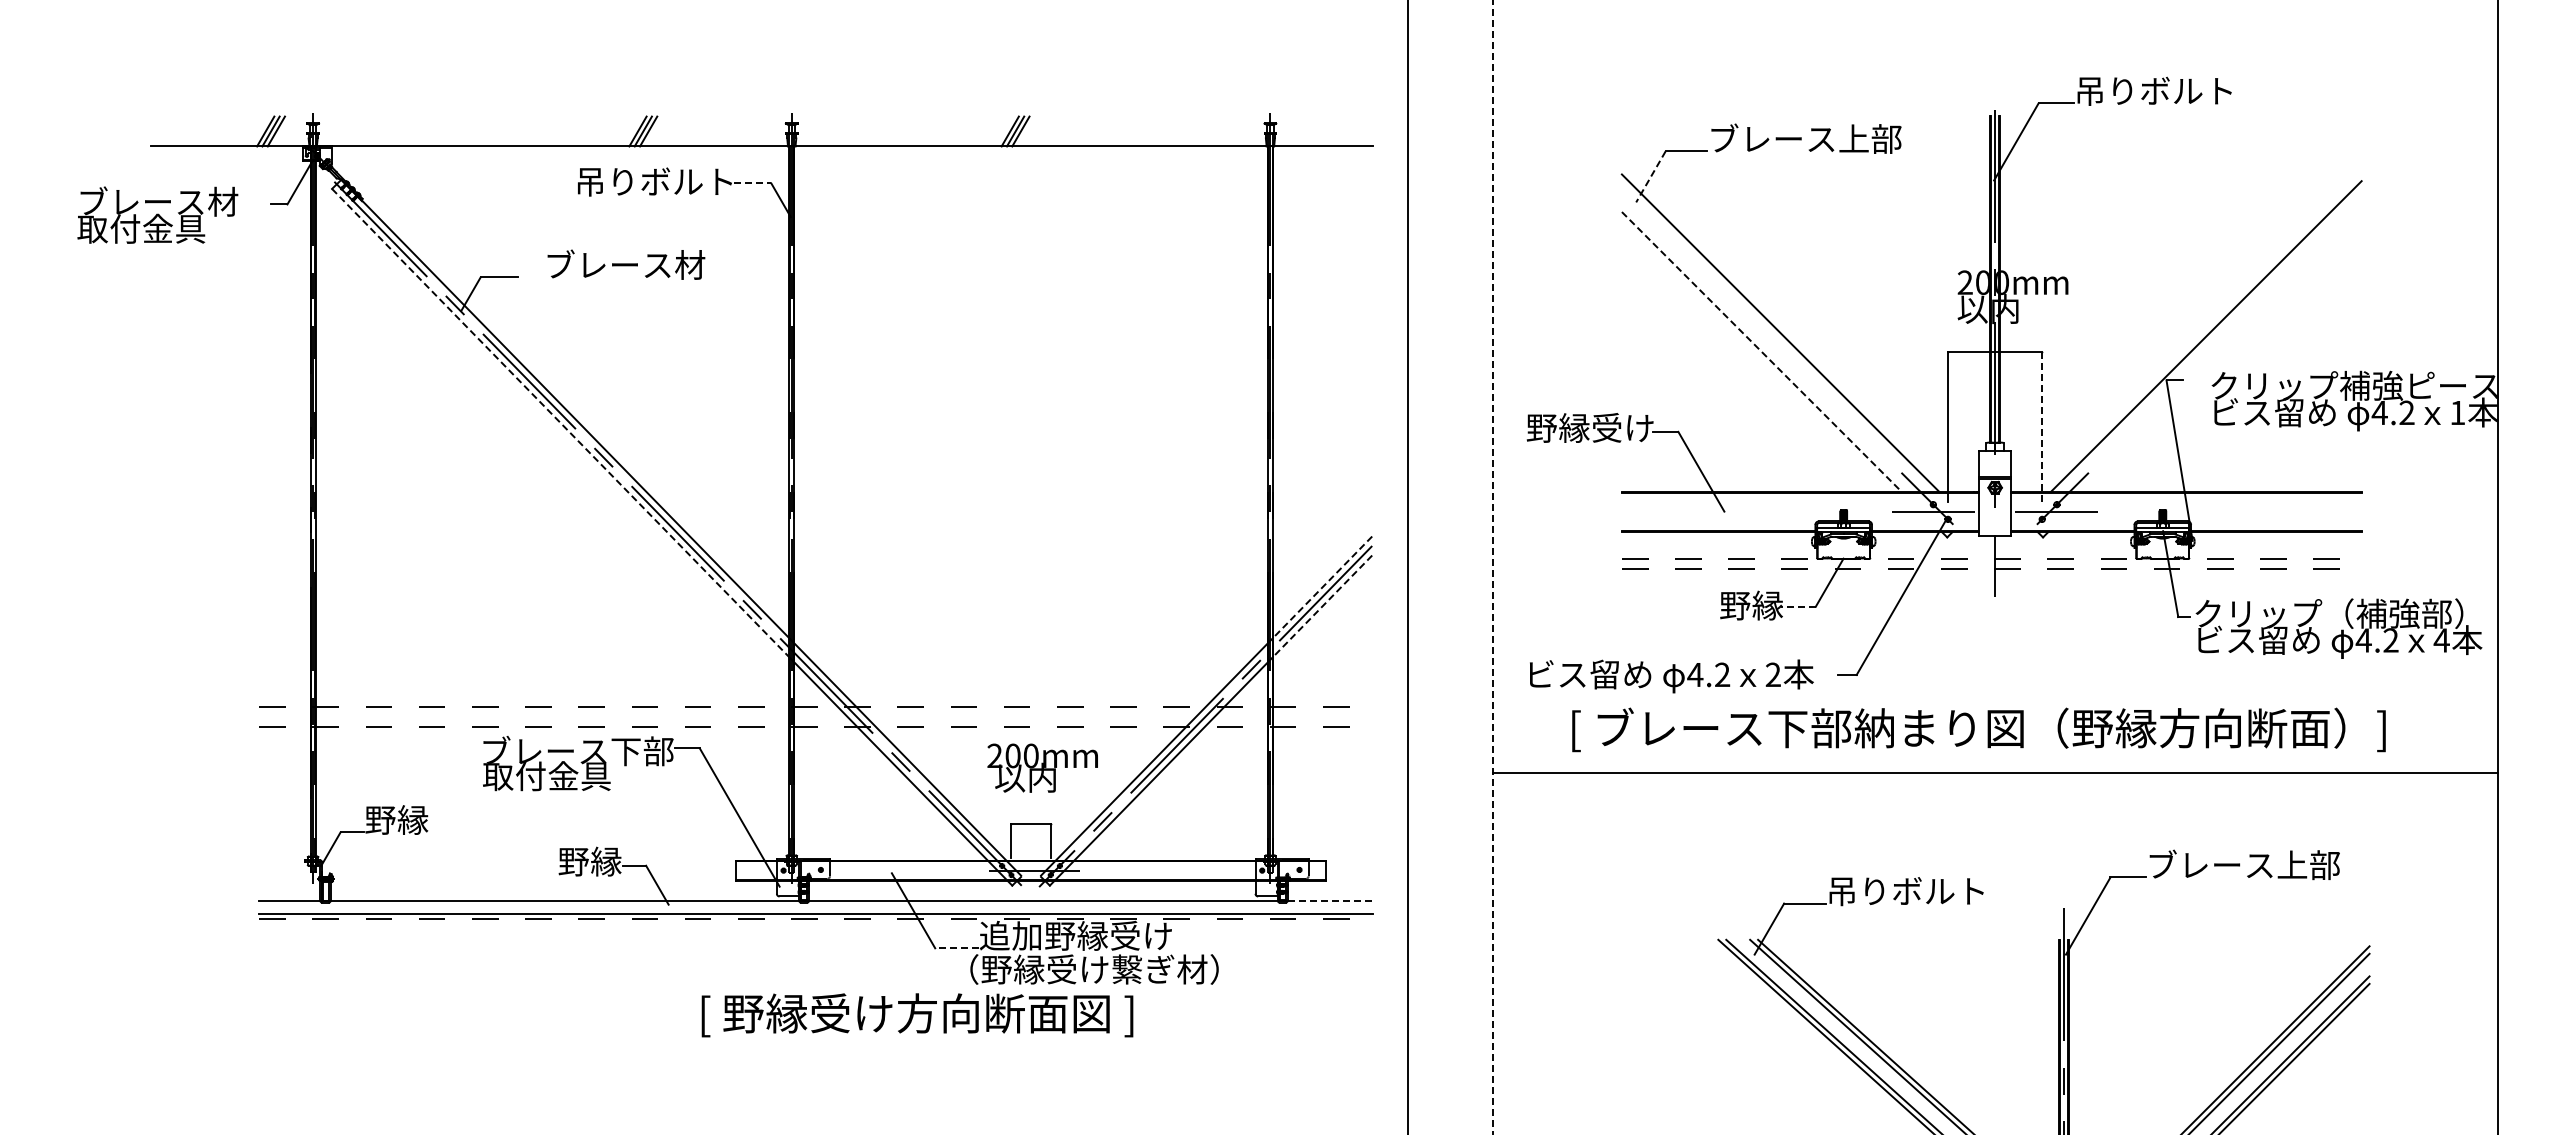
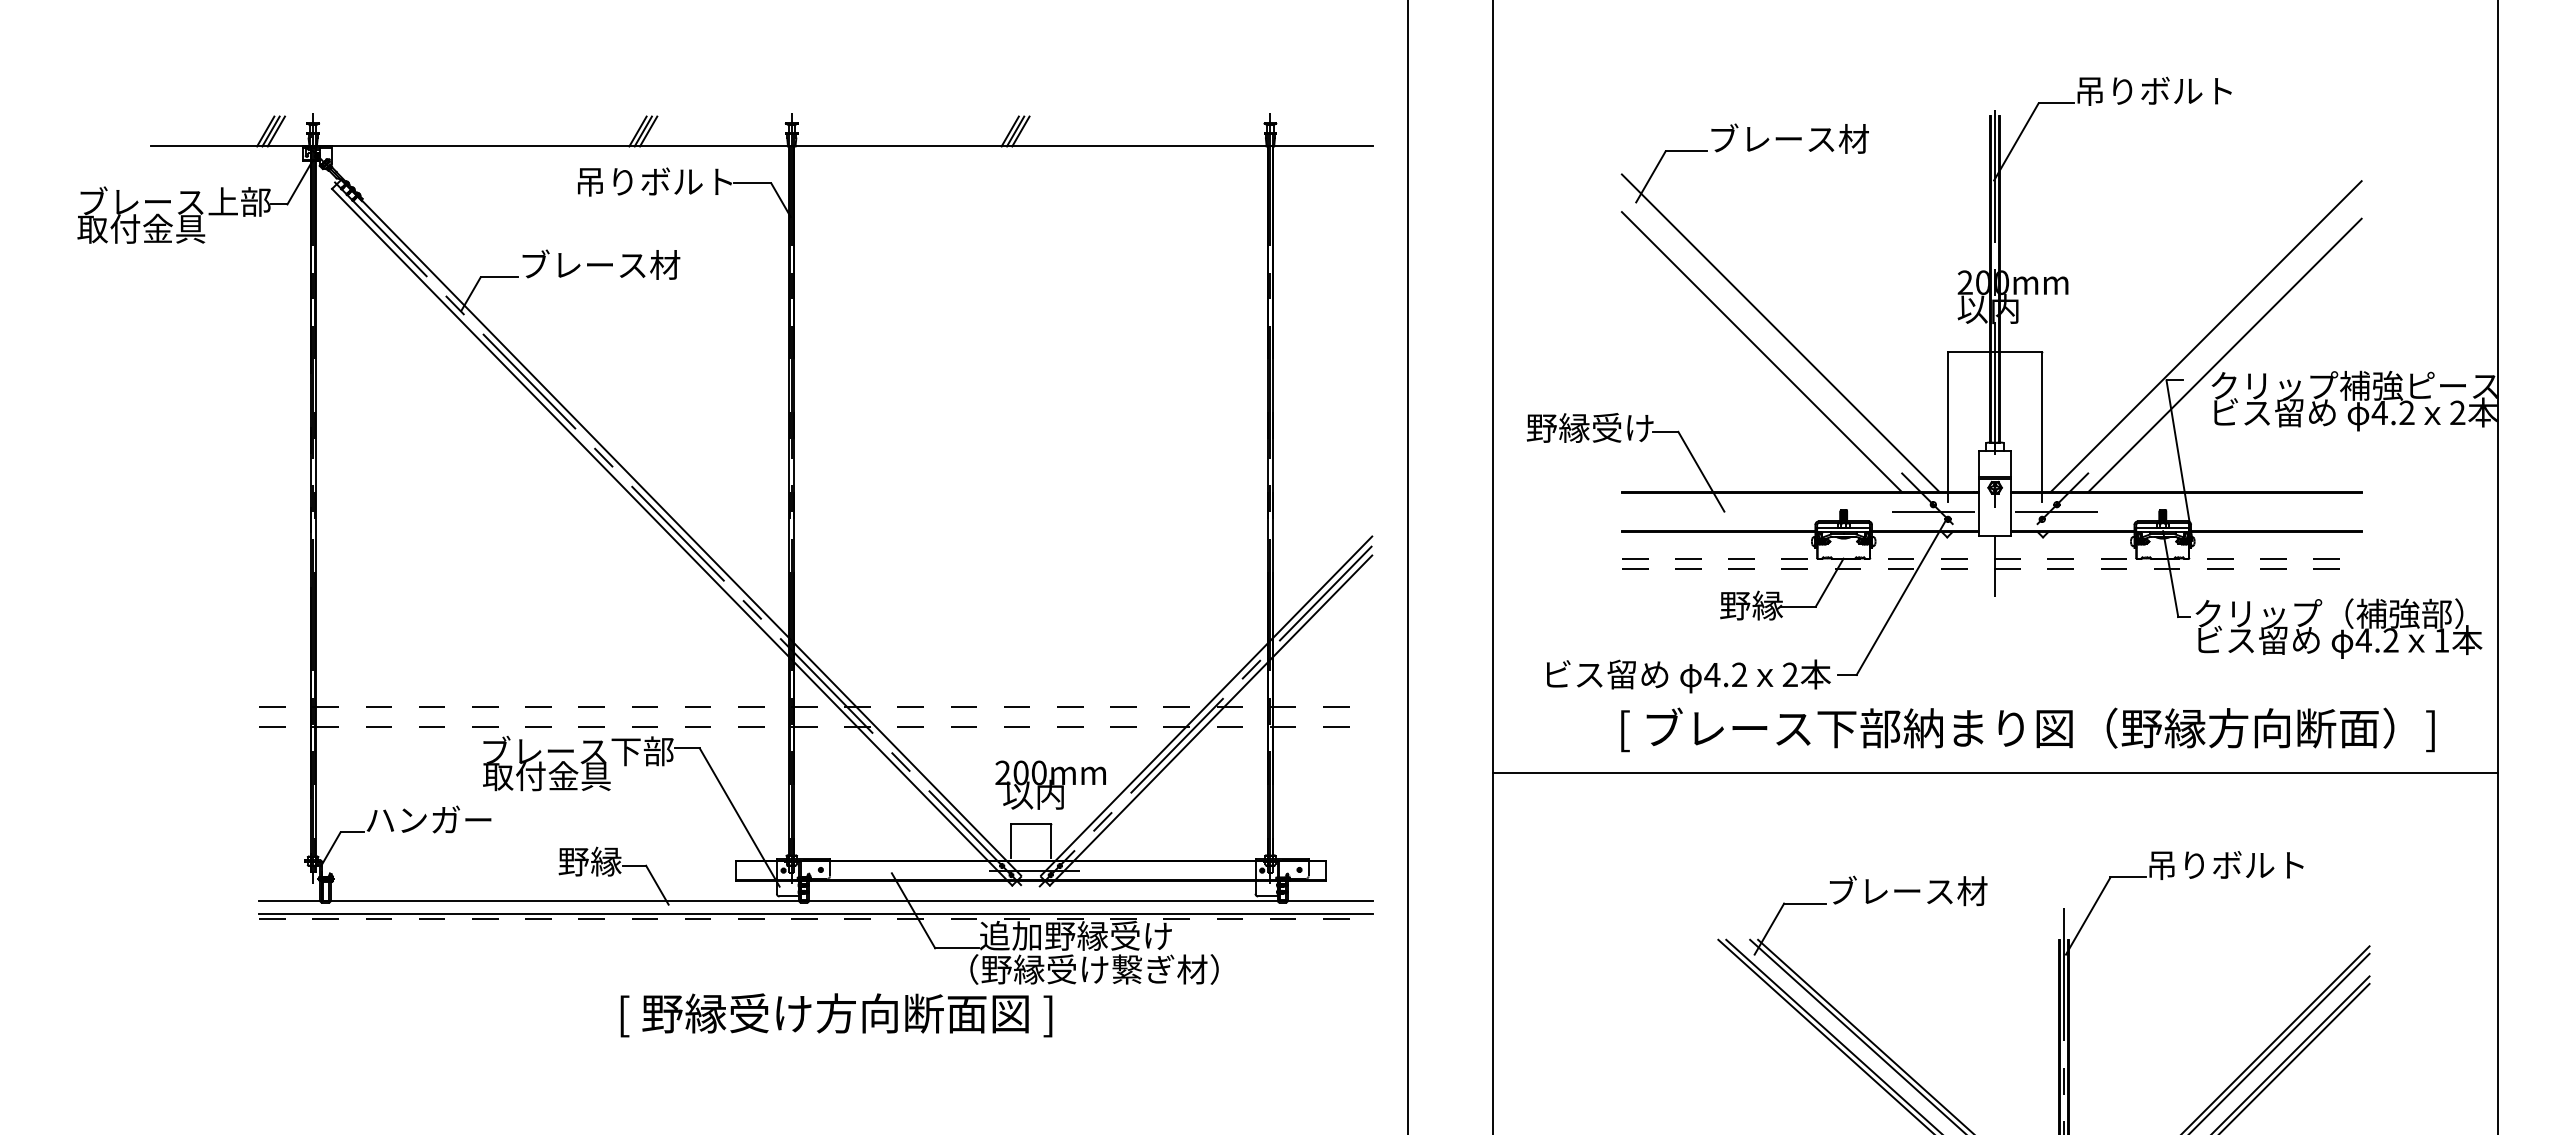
text at (1869, 138): ブレース上部 -> ブレース材
line at (1650, 177): dashed -> solid
line at (752, 183): dashed -> solid
text at (239, 201): ブレース材 -> ブレース上部
text at (626, 264) position: (626, 264) -> (601, 264)
line at (1761, 352): dashed -> solid
line at (2224, 355): none -> present
text at (2457, 412): 1 -> 2
line at (561, 423): dashed -> solid
line at (2042, 426): dashed -> solid
line at (1492, 567): dashed -> solid
line at (1322, 587): dashed -> solid
line at (1322, 606): dashed -> solid
line at (1797, 606): dashed -> solid
text at (2441, 640): 4 -> 1
text at (1671, 676) position: (1671, 676) -> (1688, 676)
text at (1978, 729) position: (1978, 729) -> (2027, 729)
text at (1042, 767) position: (1042, 767) -> (1050, 784)
text at (428, 819): 野縁 -> ハンガー
text at (2244, 864): ブレース上部 -> 吊りボルト
text at (1908, 890): 吊りボルト -> ブレース材
line at (1330, 900): dashed -> solid
line at (956, 948): dashed -> solid
text at (917, 1015) position: (917, 1015) -> (836, 1015)
